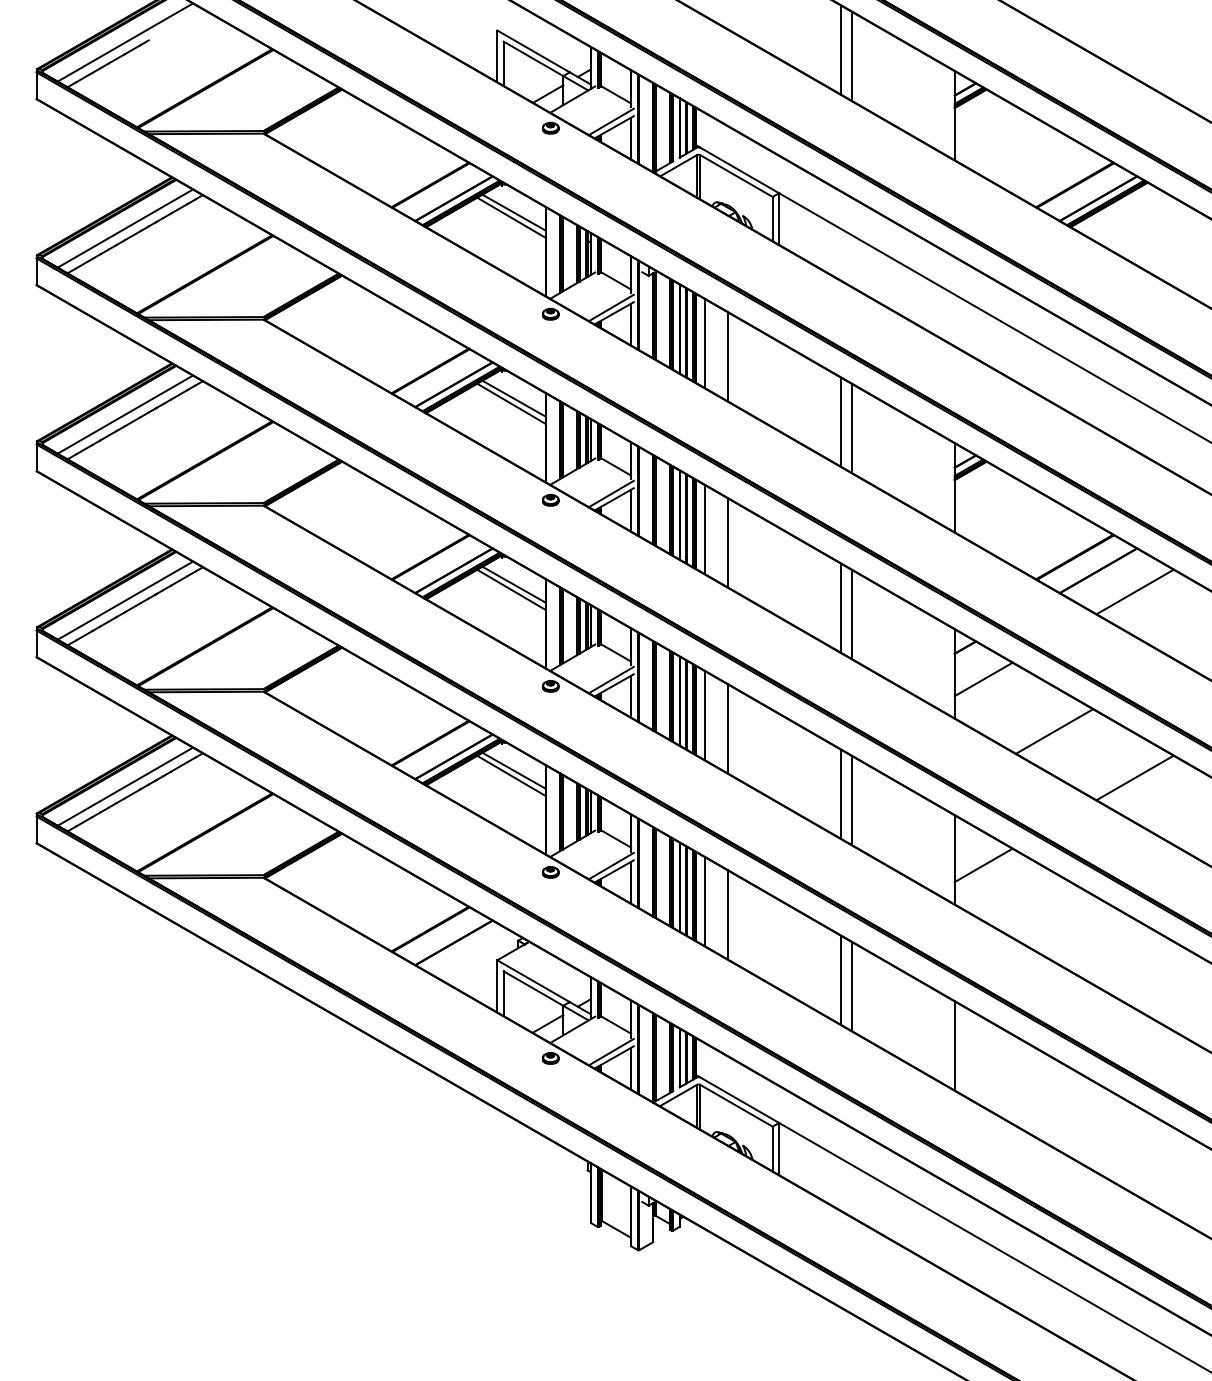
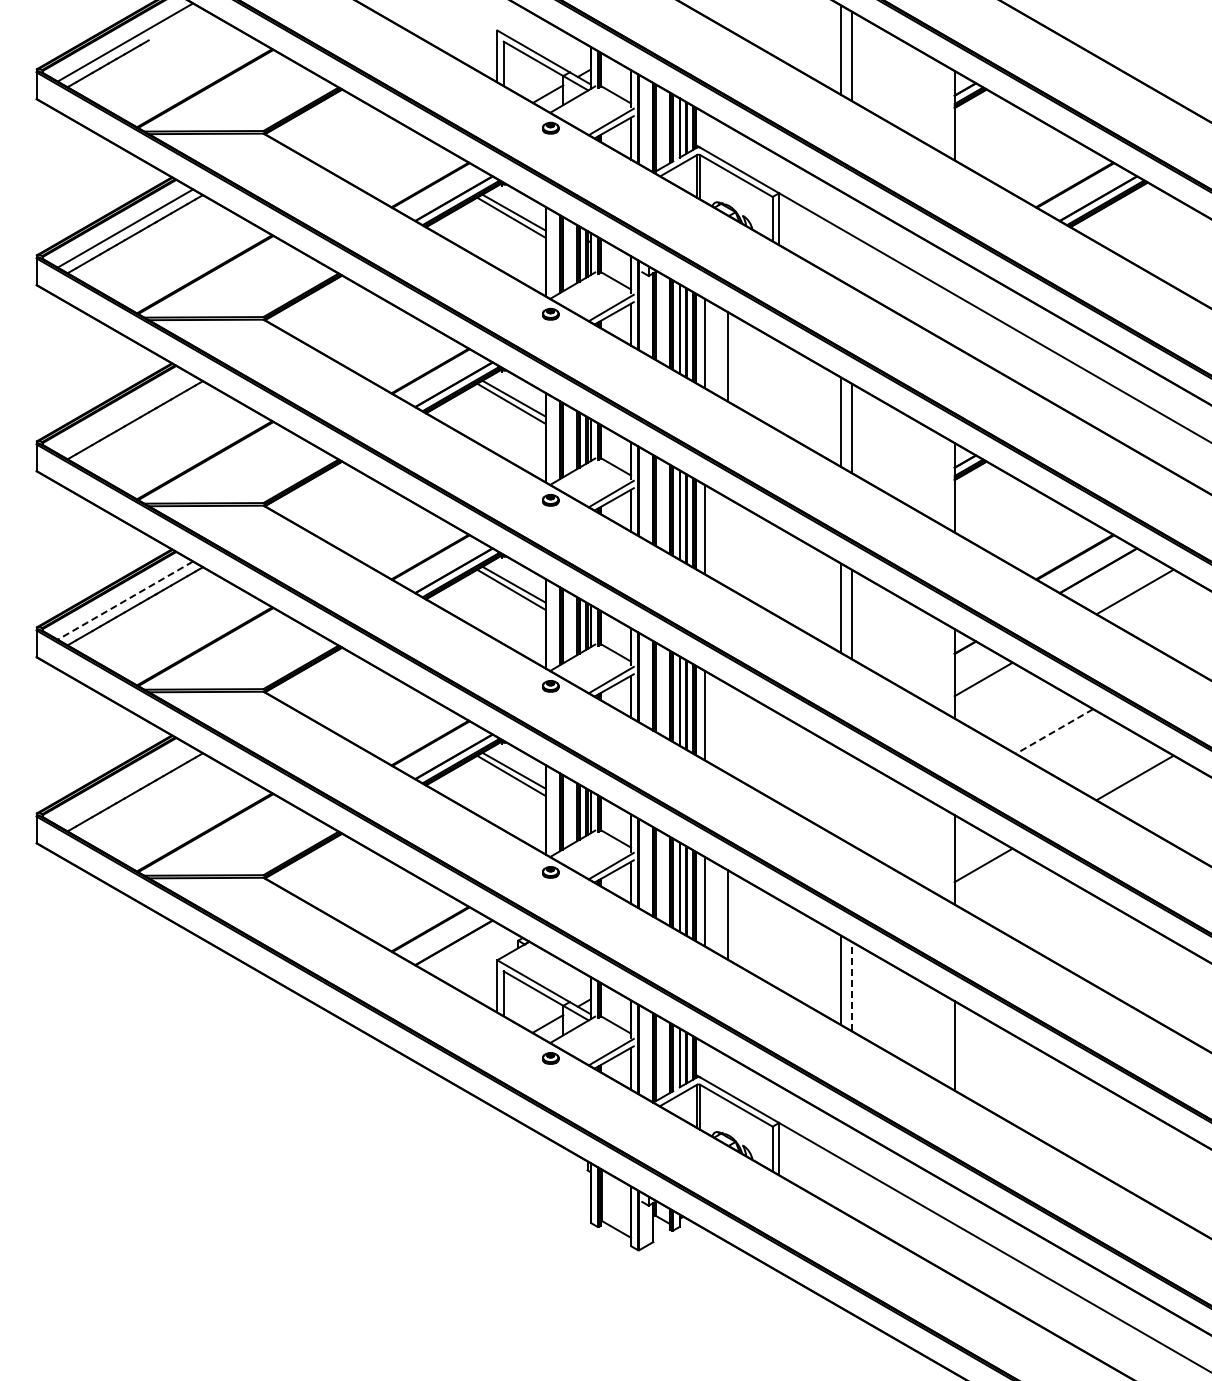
line at (124, 414): present -> none
line at (727, 542): present -> none
line at (124, 600): solid -> dashed
line at (727, 728): present -> none
line at (1054, 731): solid -> dashed
line at (124, 786): present -> none
line at (841, 794): present -> none
line at (851, 799): present -> none
line at (851, 986): solid -> dashed
